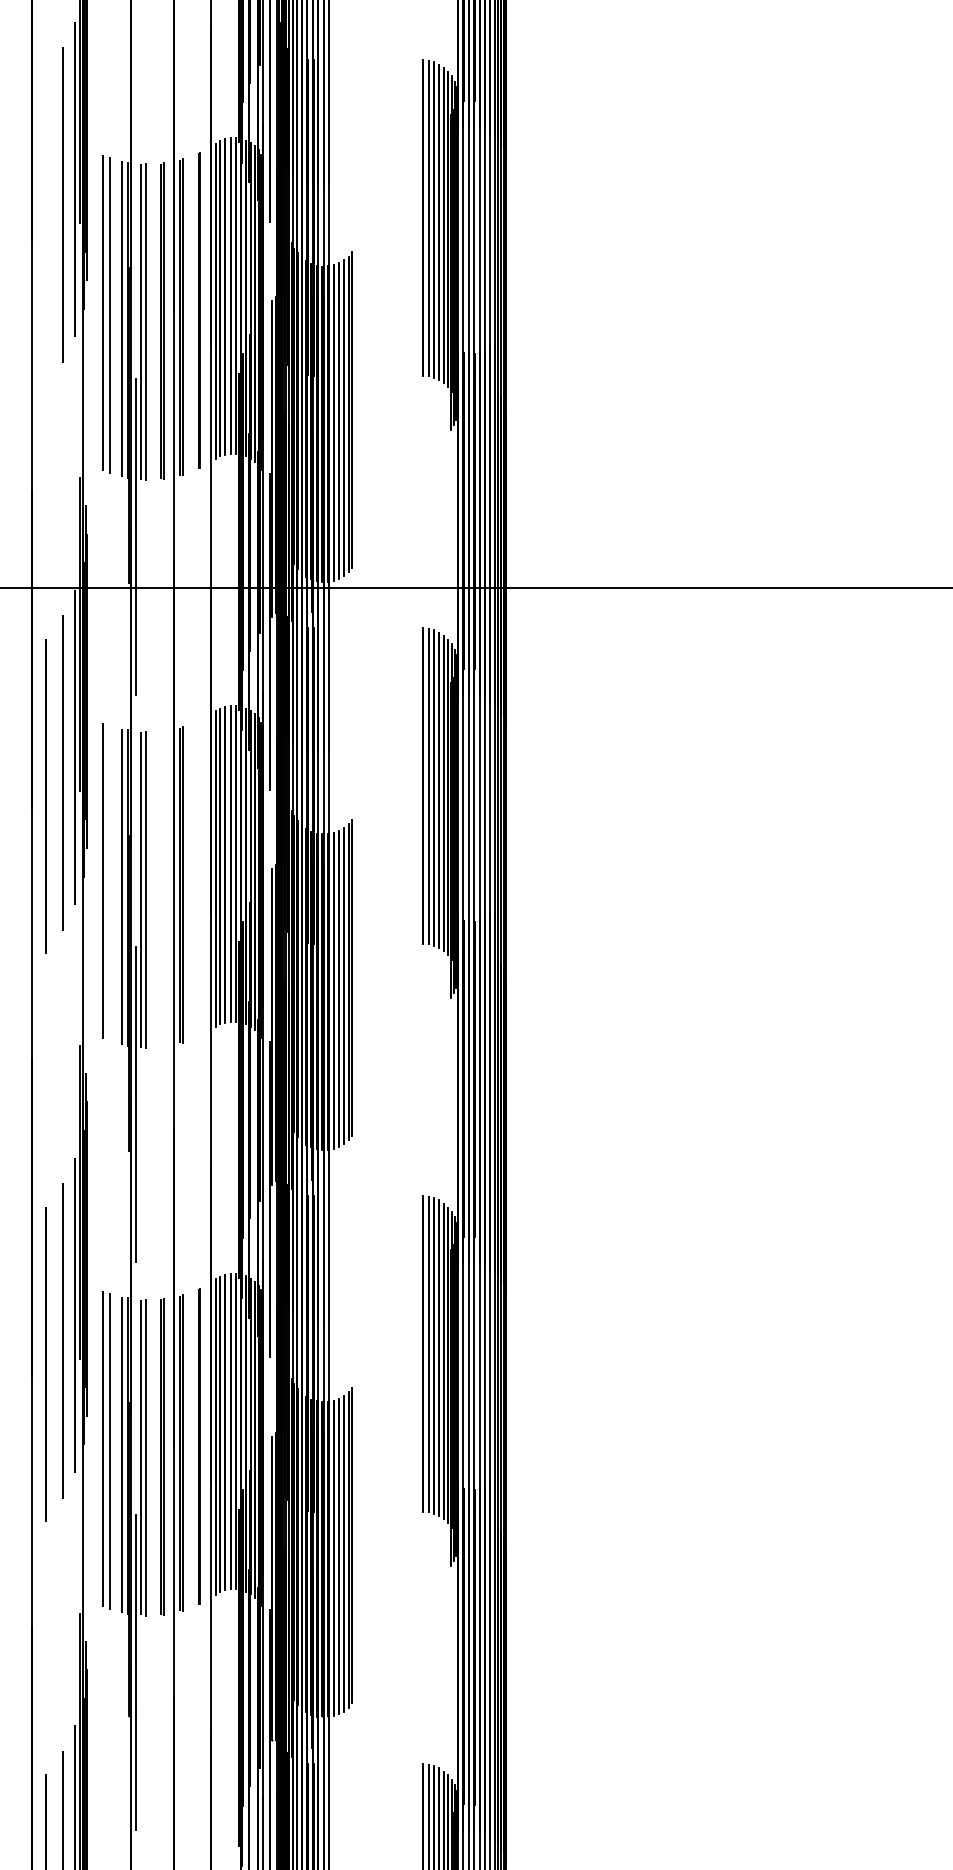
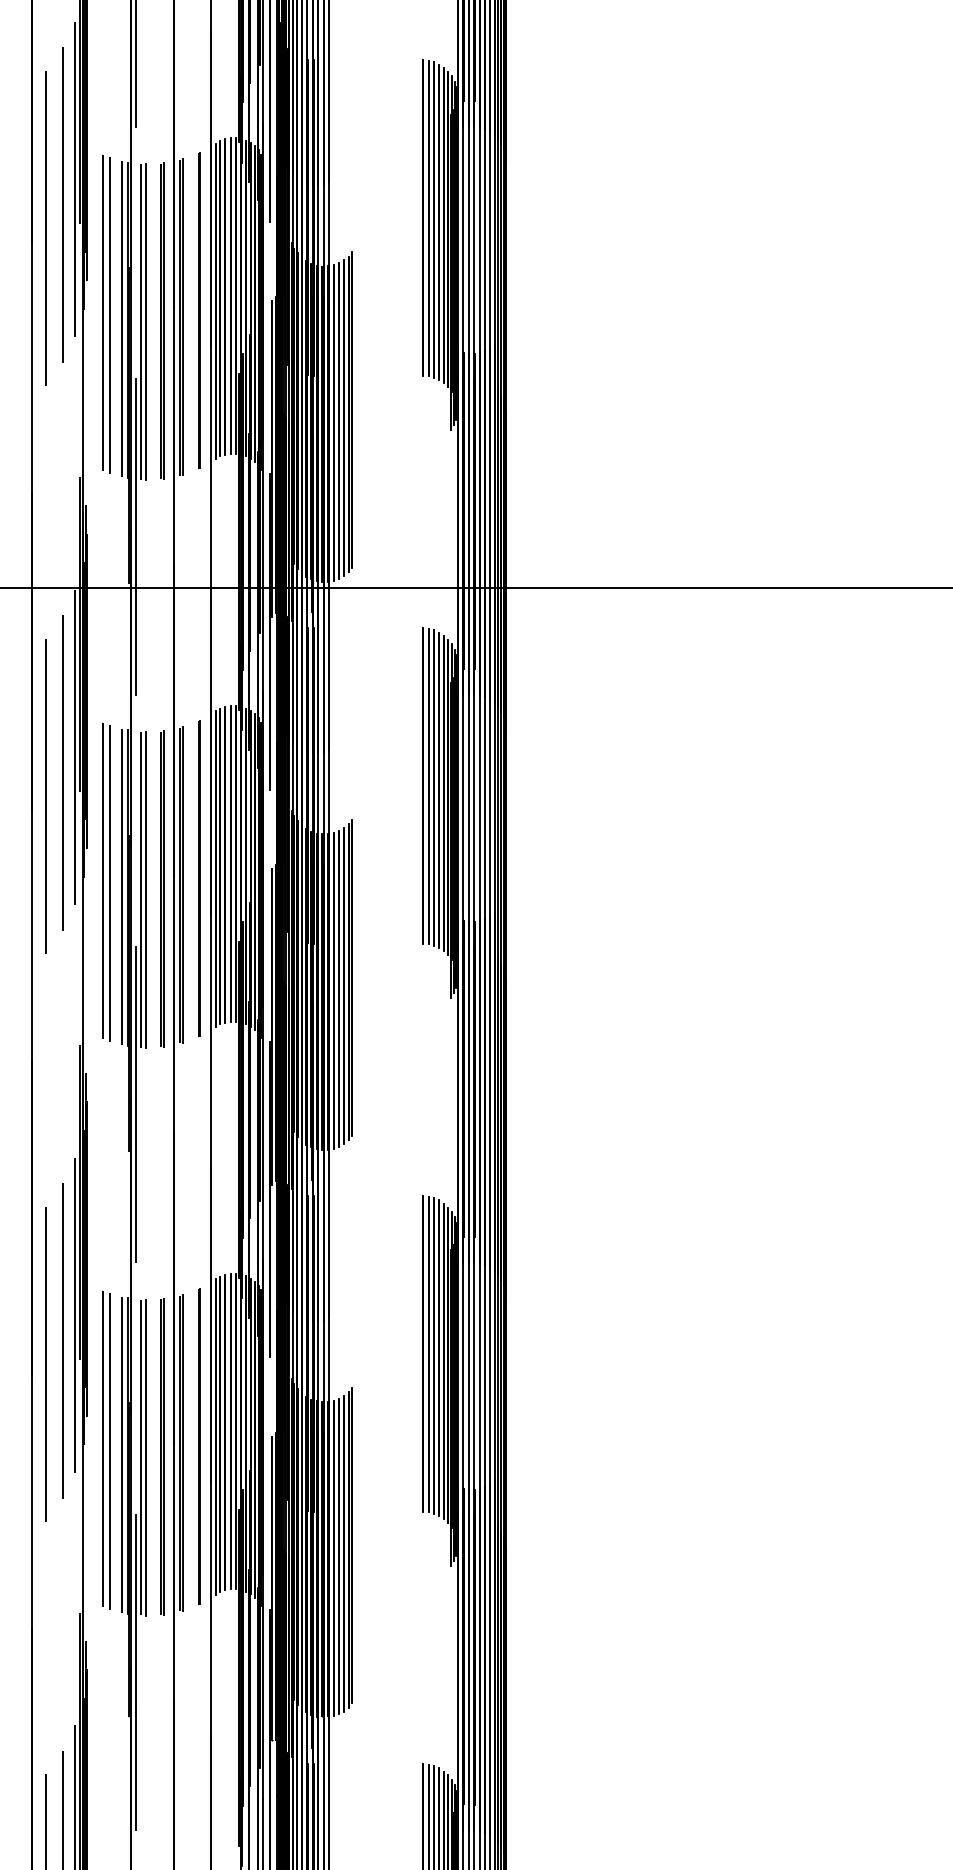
line at (135, 64): none -> present
line at (45, 228): none -> present
line at (199, 878): none -> present
line at (109, 883): none -> present
line at (161, 888): none -> present
